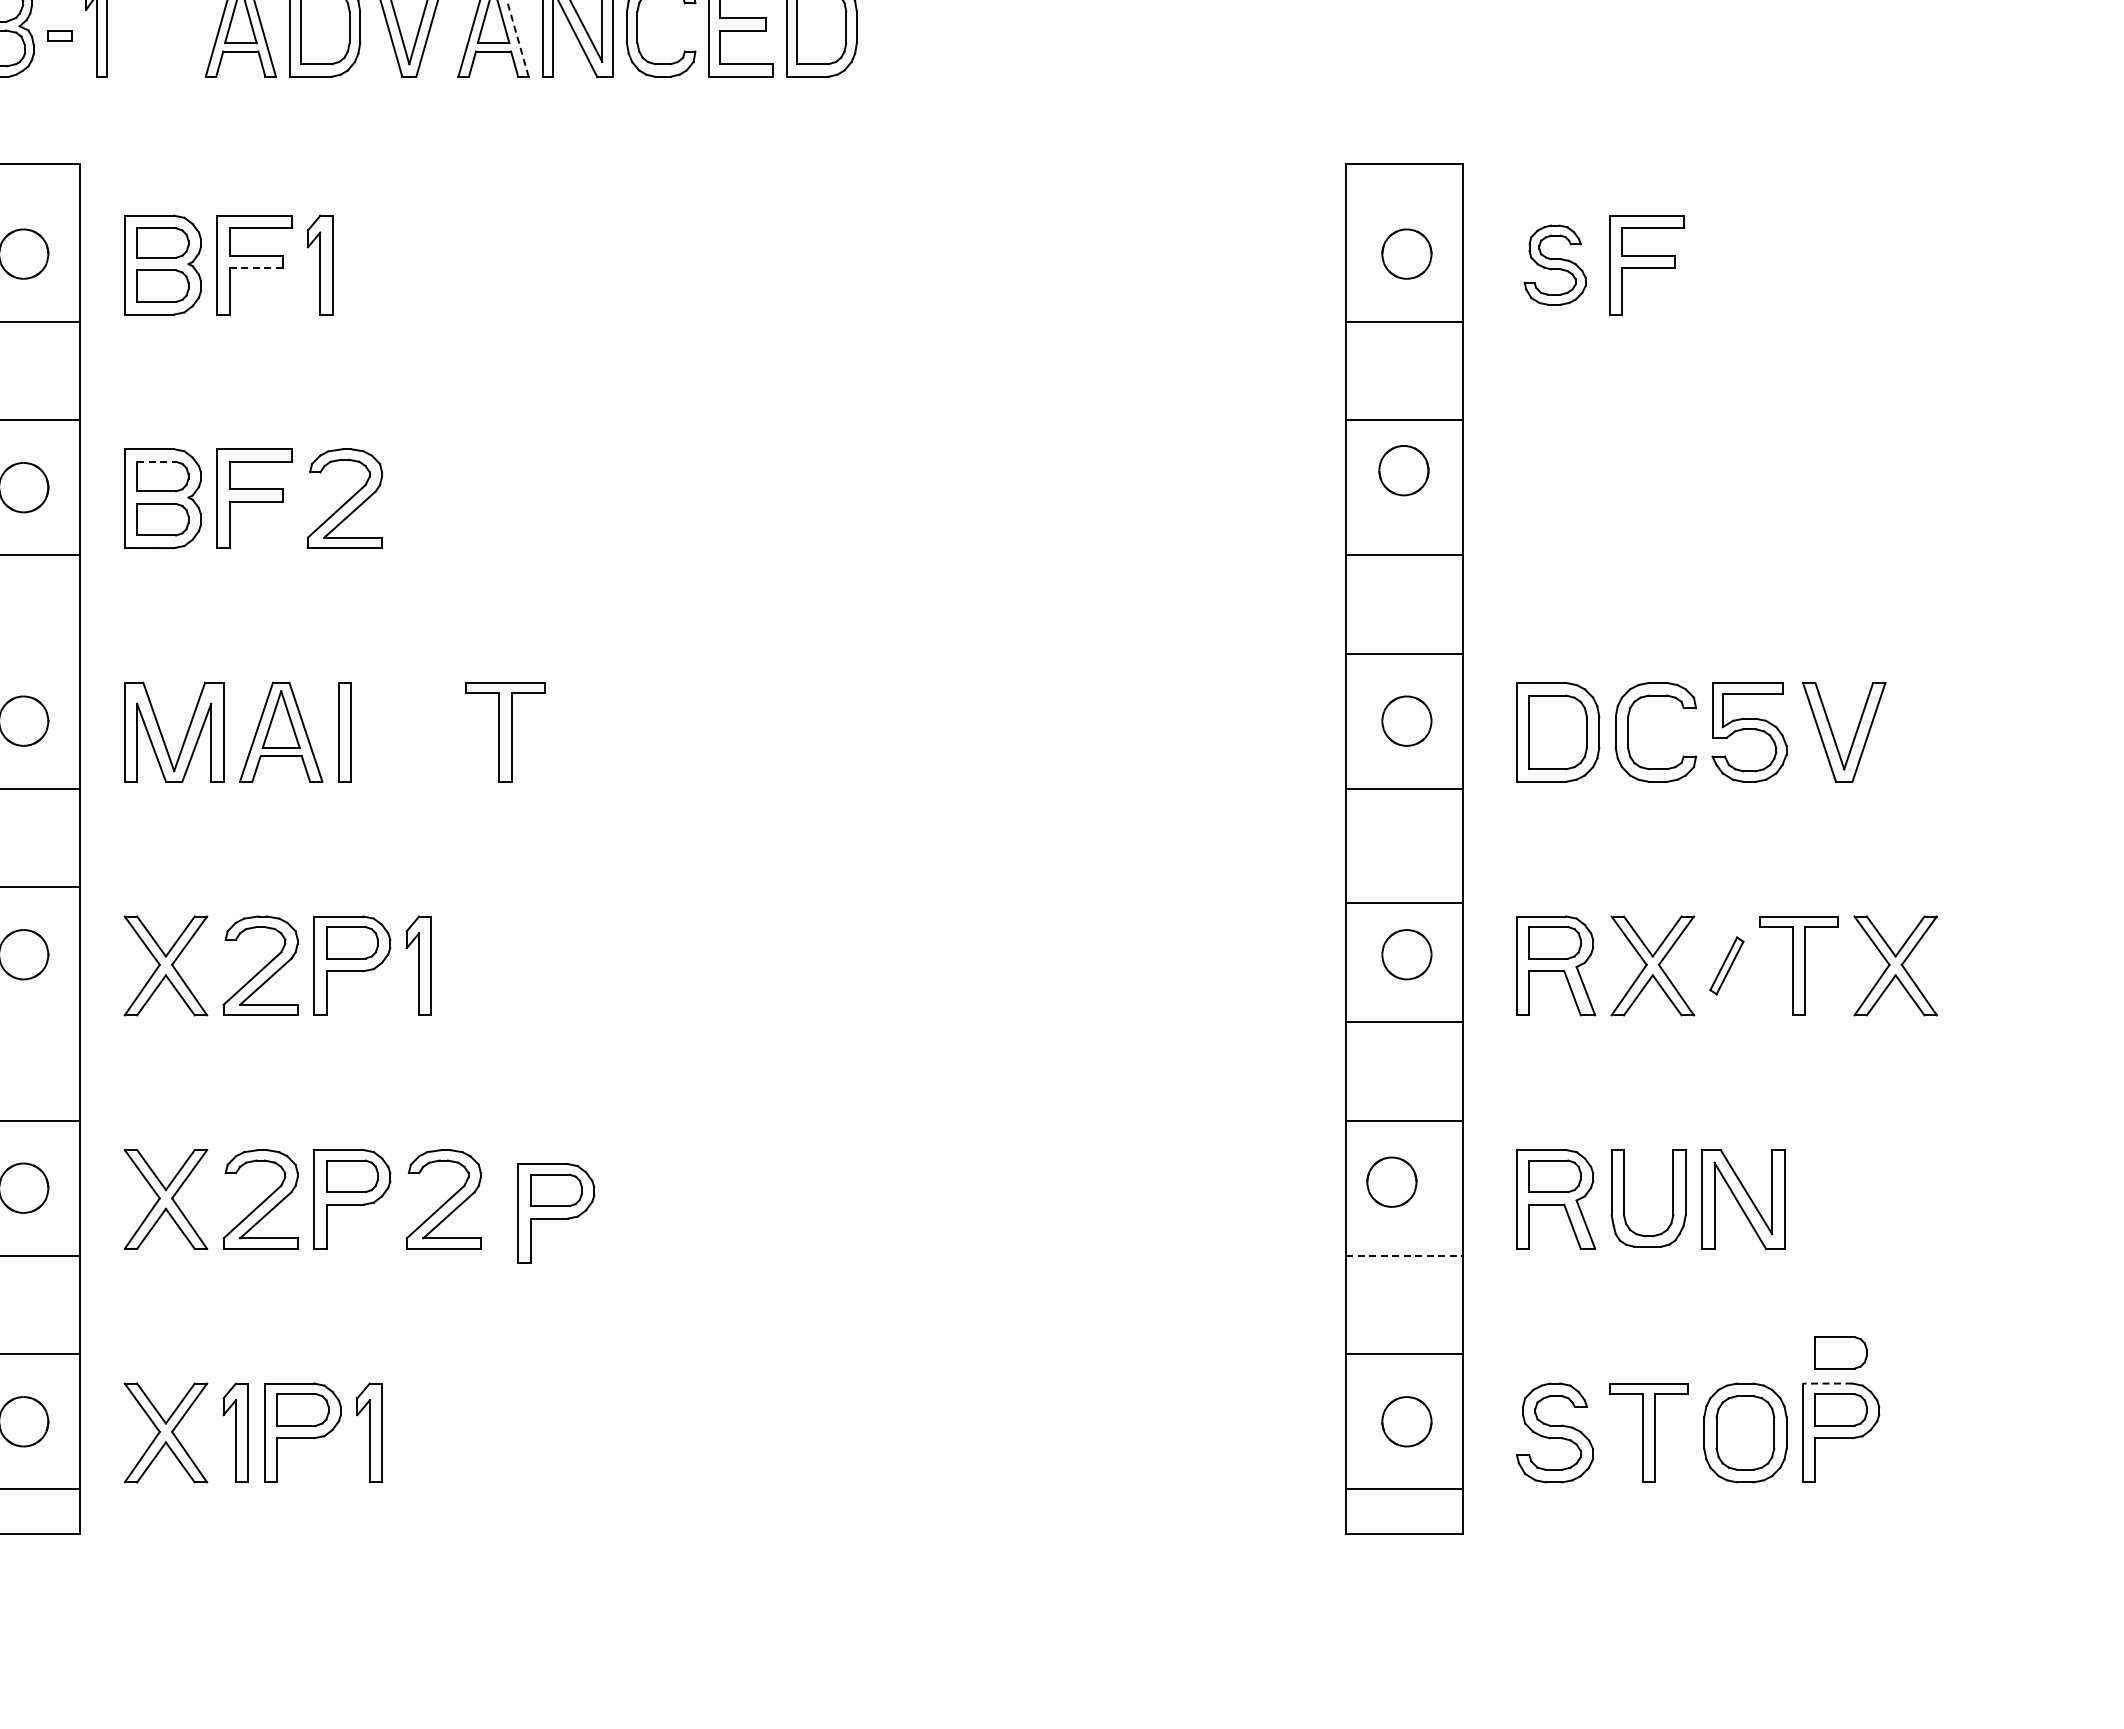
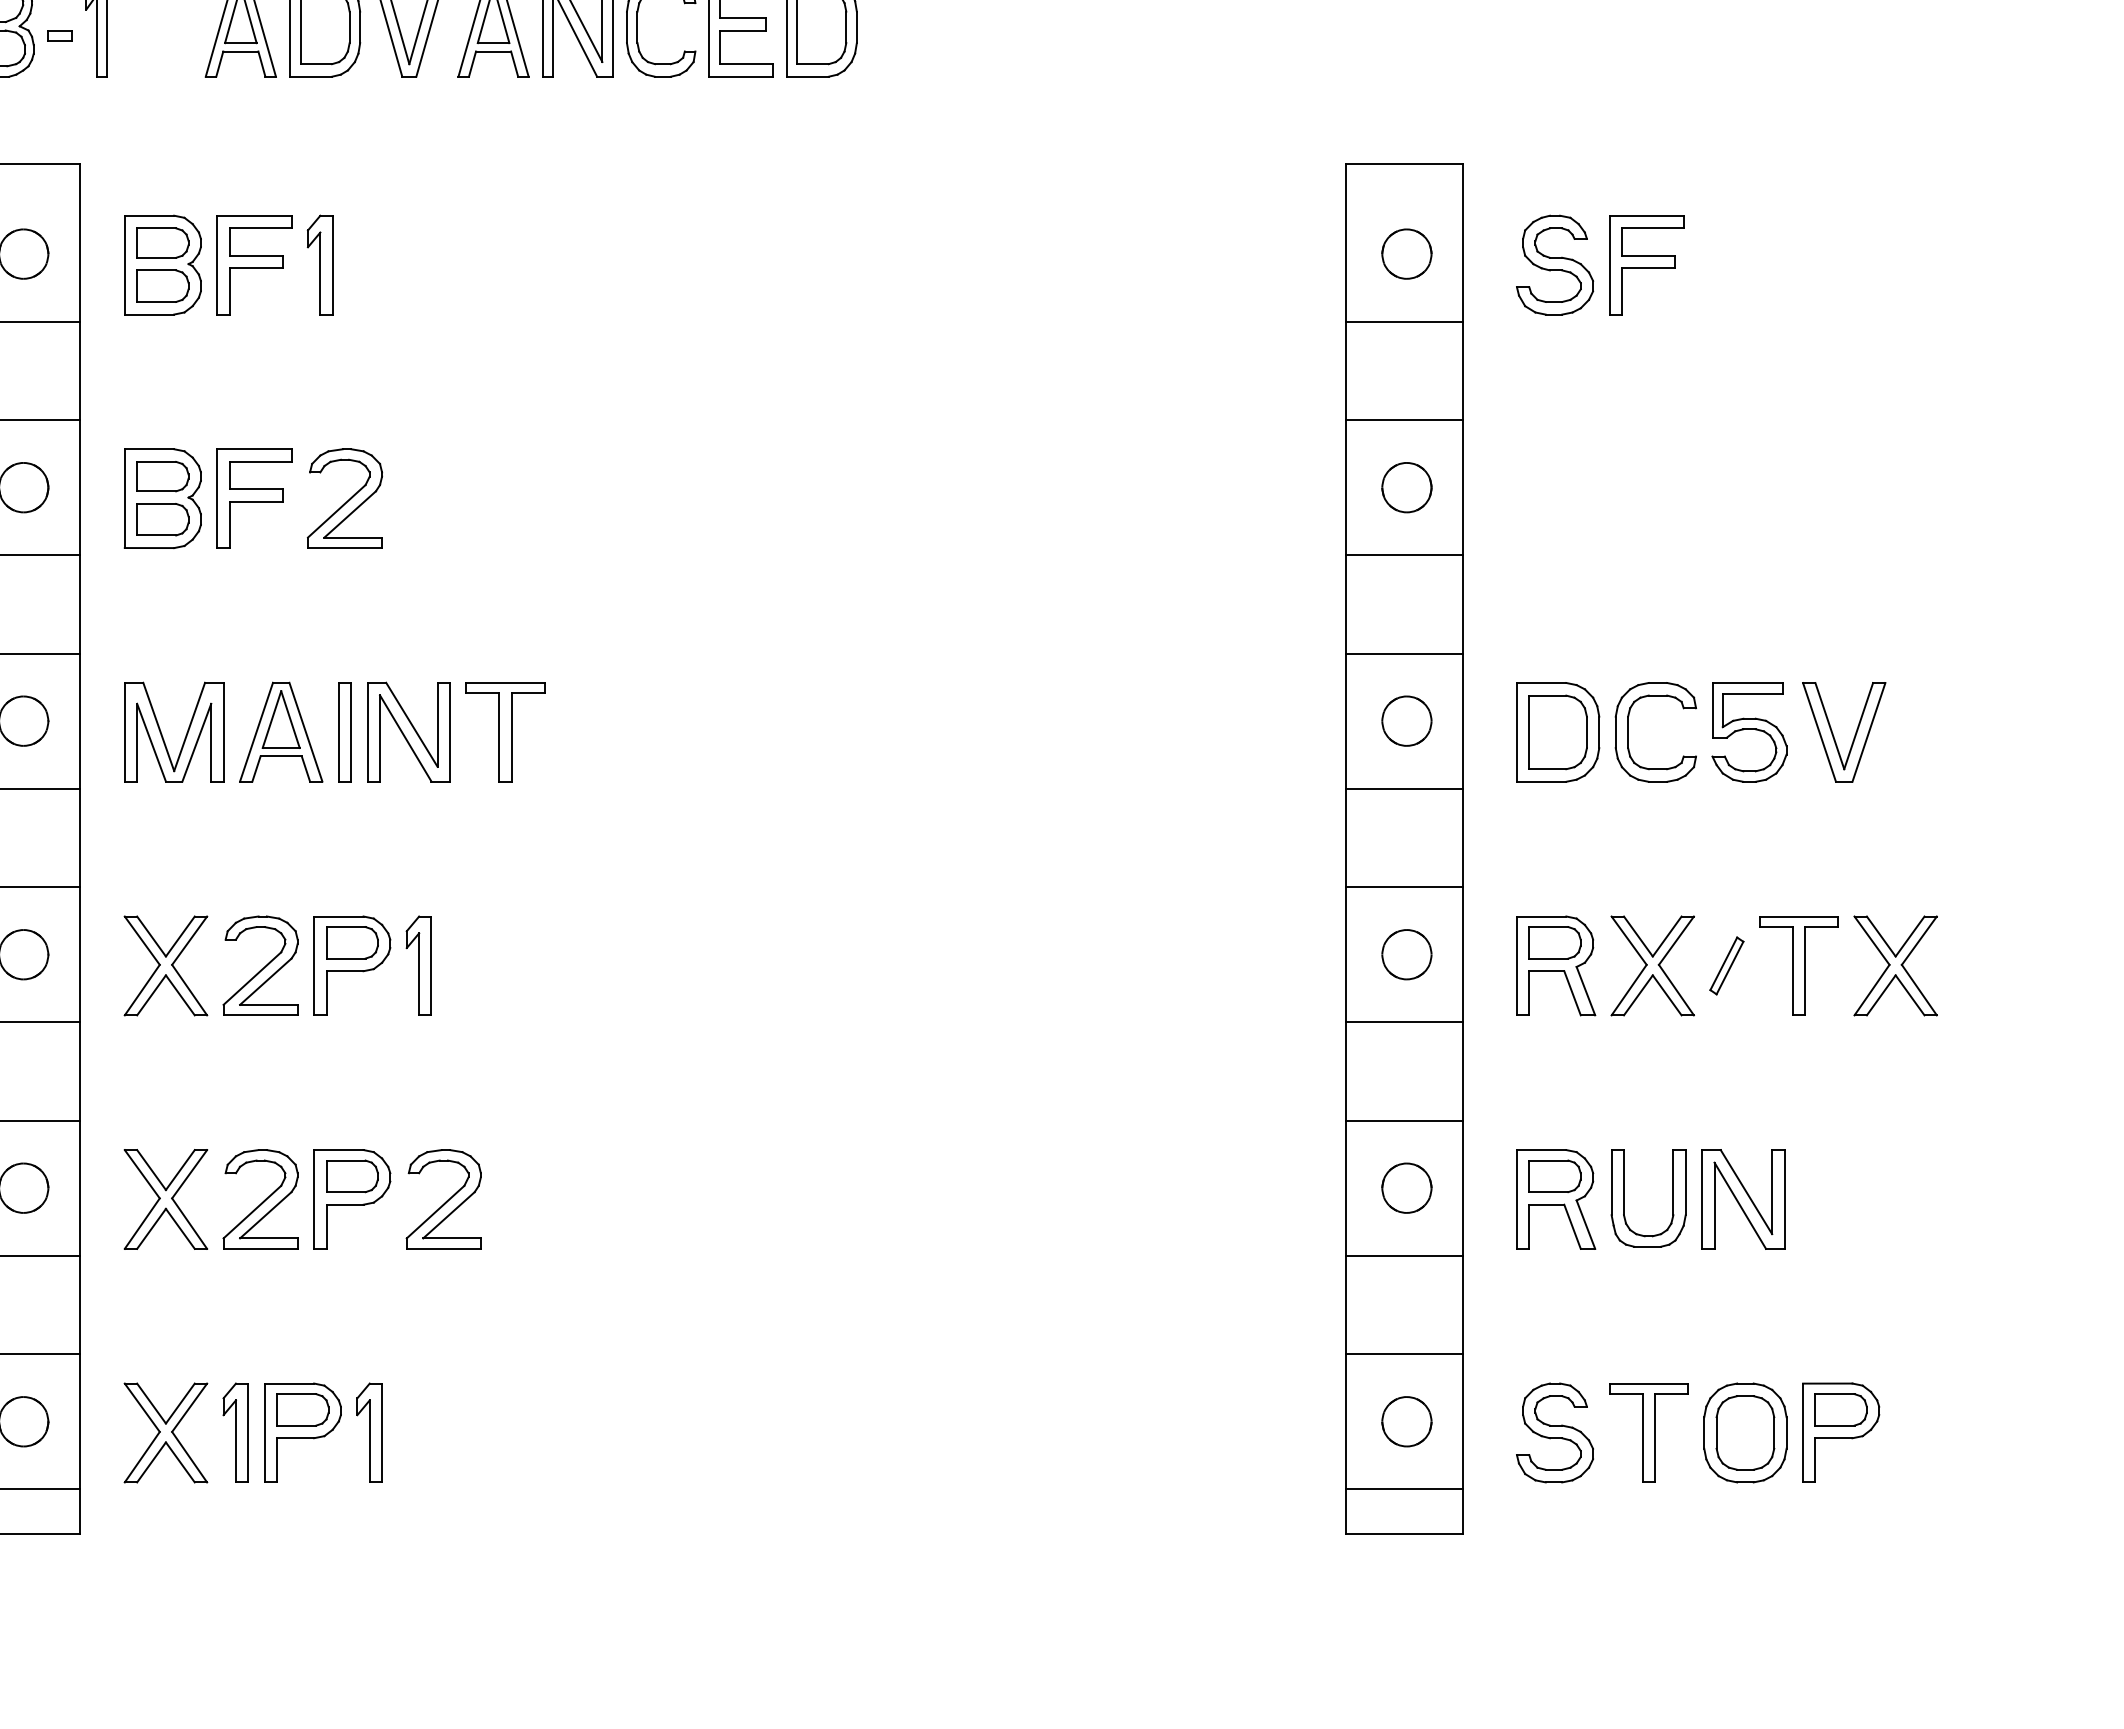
line at (517, 38): dashed -> solid
part at (1554, 264) size: 64x82 px -> 79x102 px
line at (256, 268): dashed -> solid
line at (156, 461): dashed -> solid
part at (1403, 470) position: (1403, 470) -> (1406, 487)
line at (40, 653): none -> present
part at (408, 731): none -> present
line at (1404, 903) position: (1404, 903) -> (1404, 887)
line at (40, 1022): none -> present
part at (1391, 1181) position: (1391, 1181) -> (1406, 1187)
part at (556, 1213): present -> none
line at (1405, 1255): dashed -> solid
part at (1840, 1352): present -> none
line at (1827, 1383): dashed -> solid
